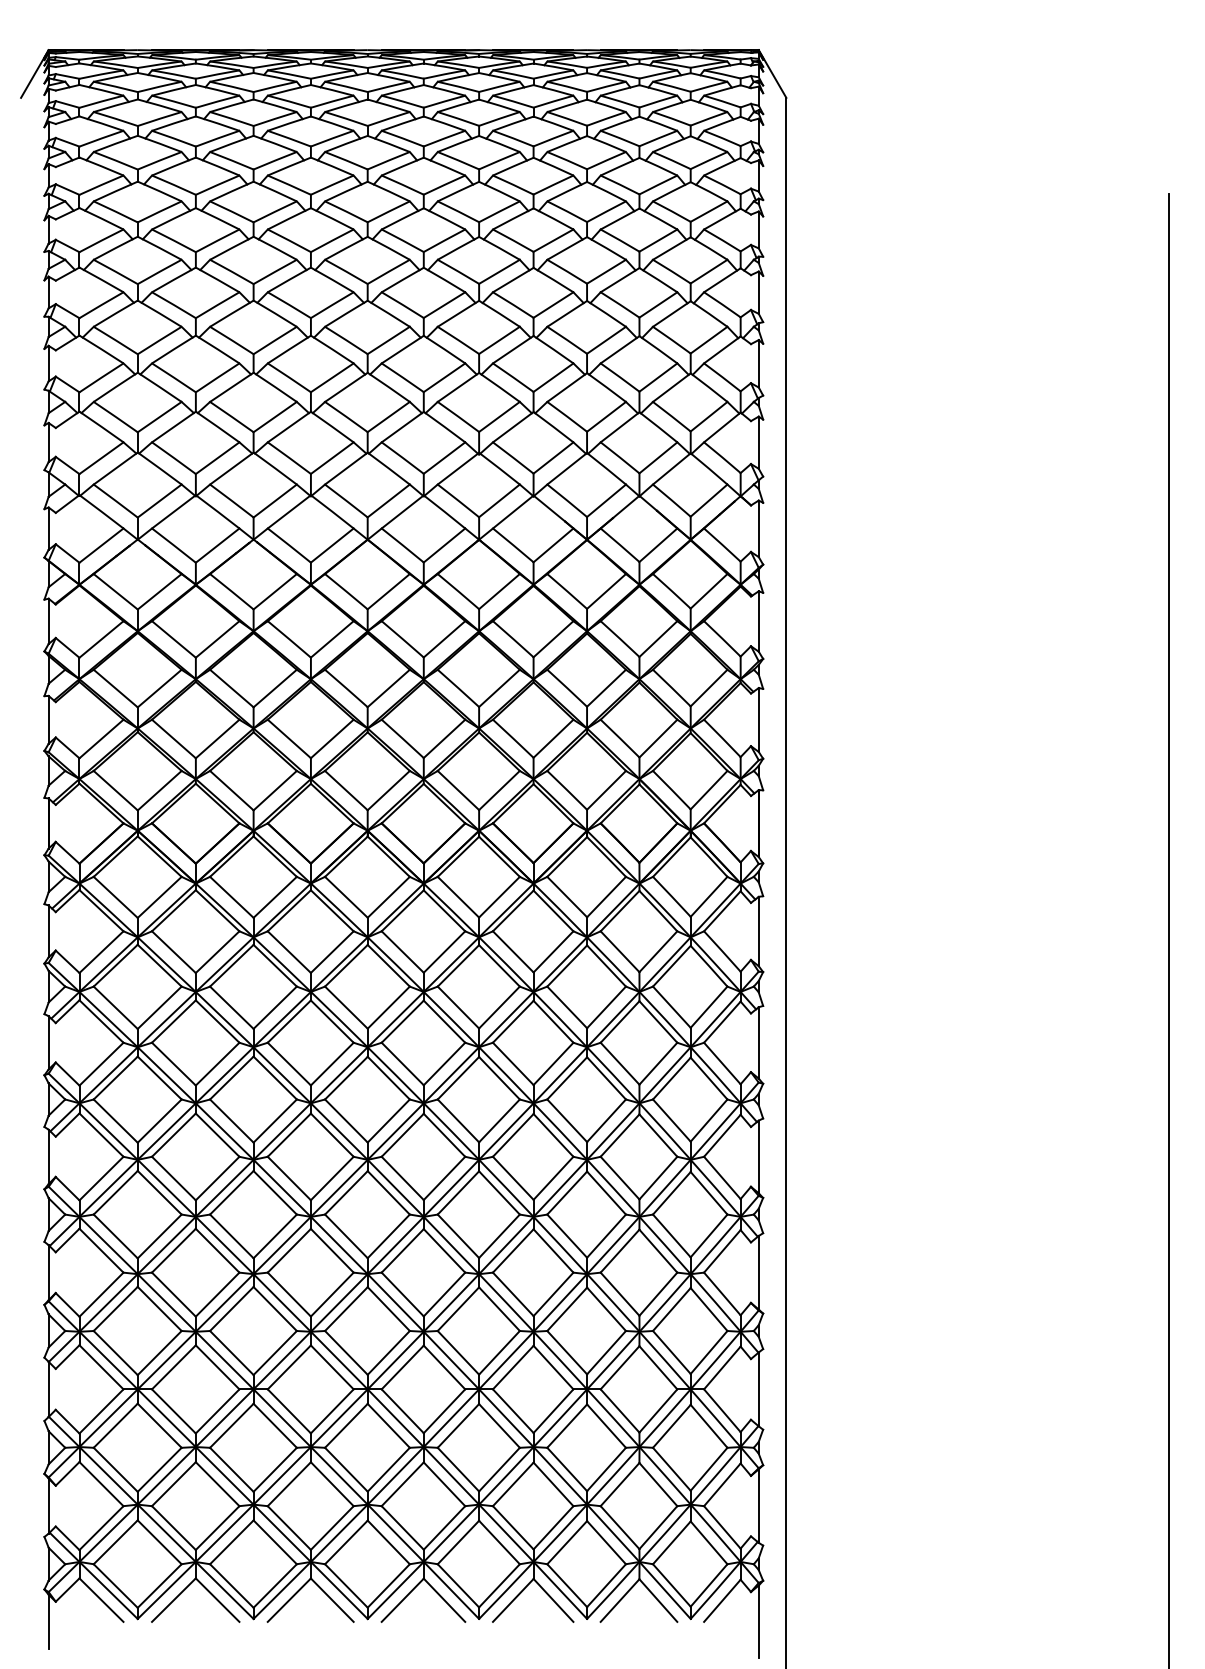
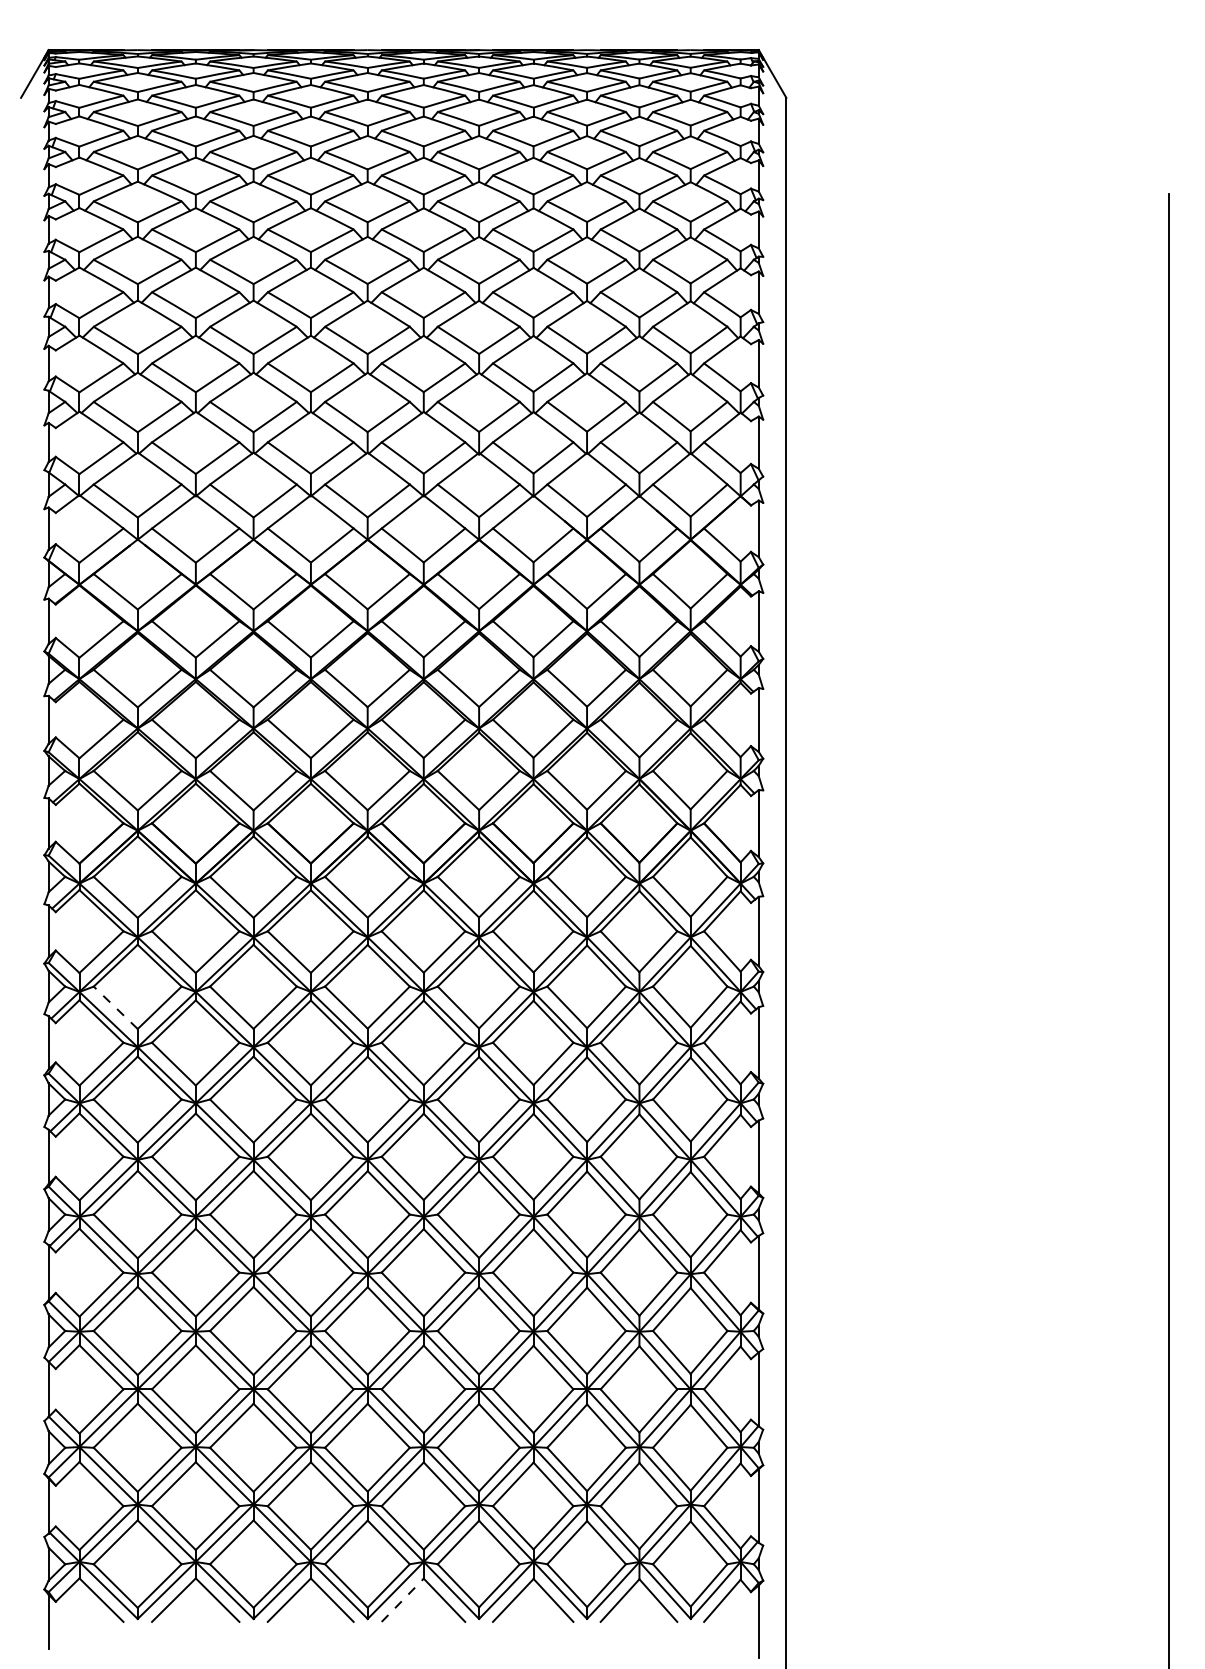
line at (115, 1007): solid -> dashed
line at (403, 1599): solid -> dashed
